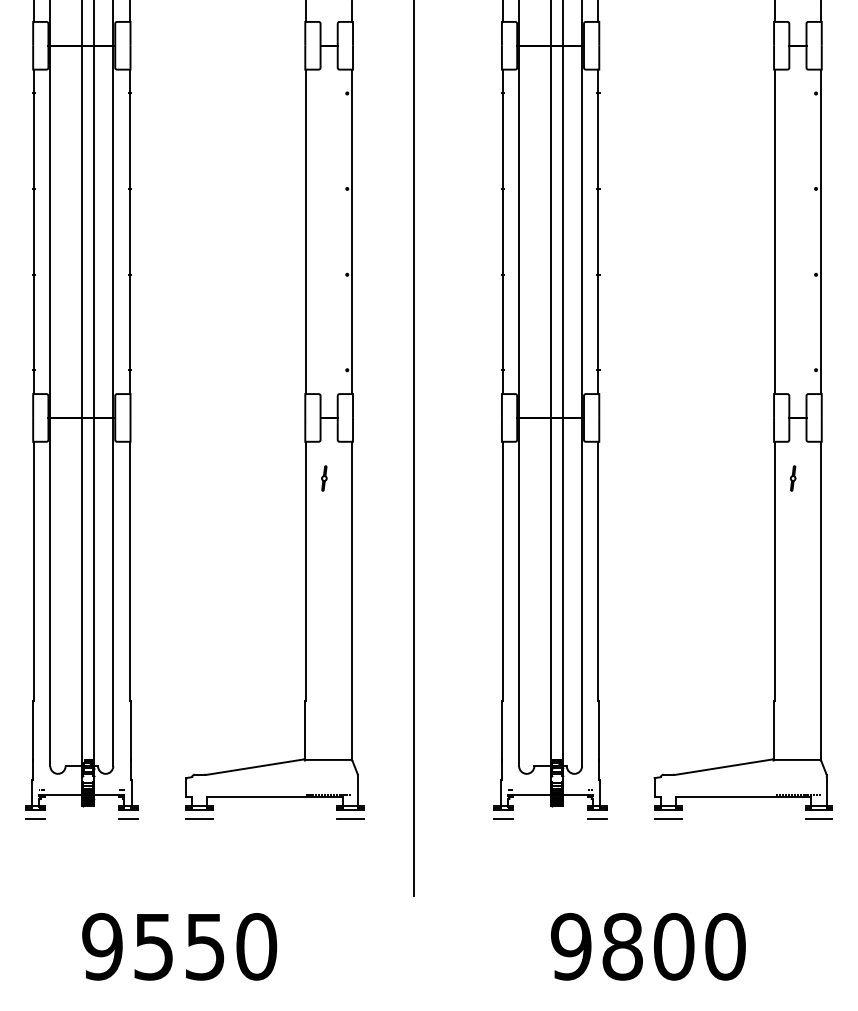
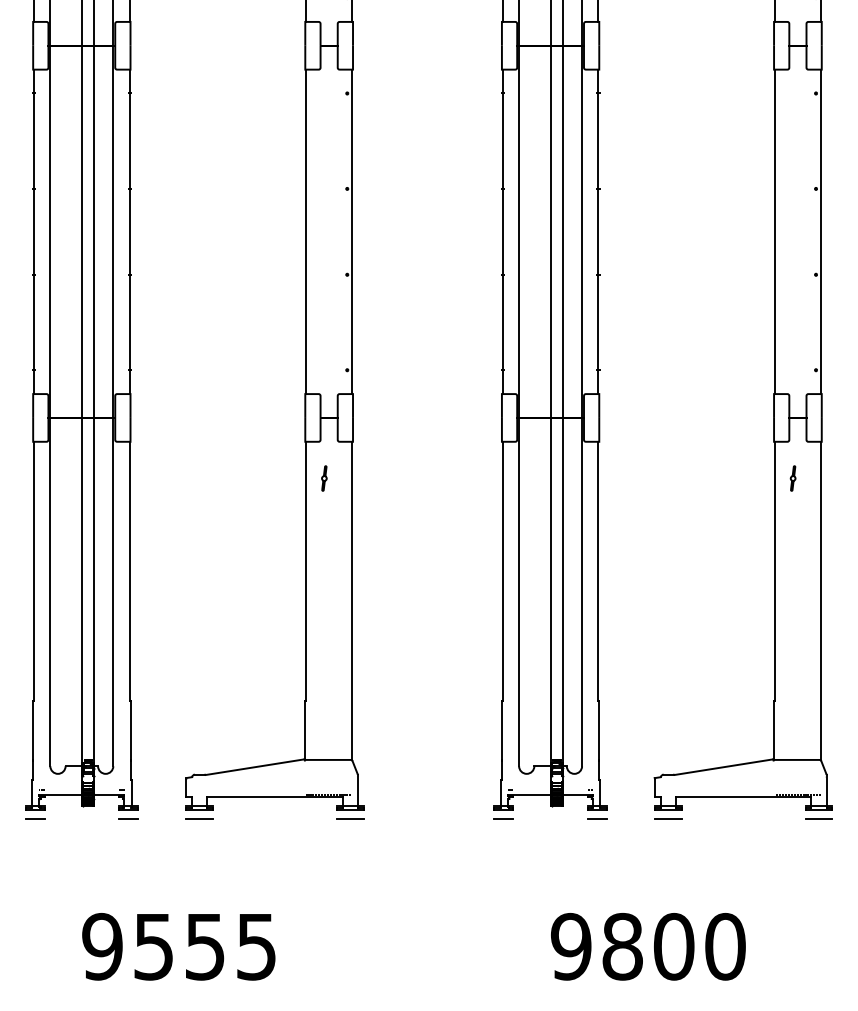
line at (414, 448): present -> none
text at (256, 946): 9550 -> 9555
